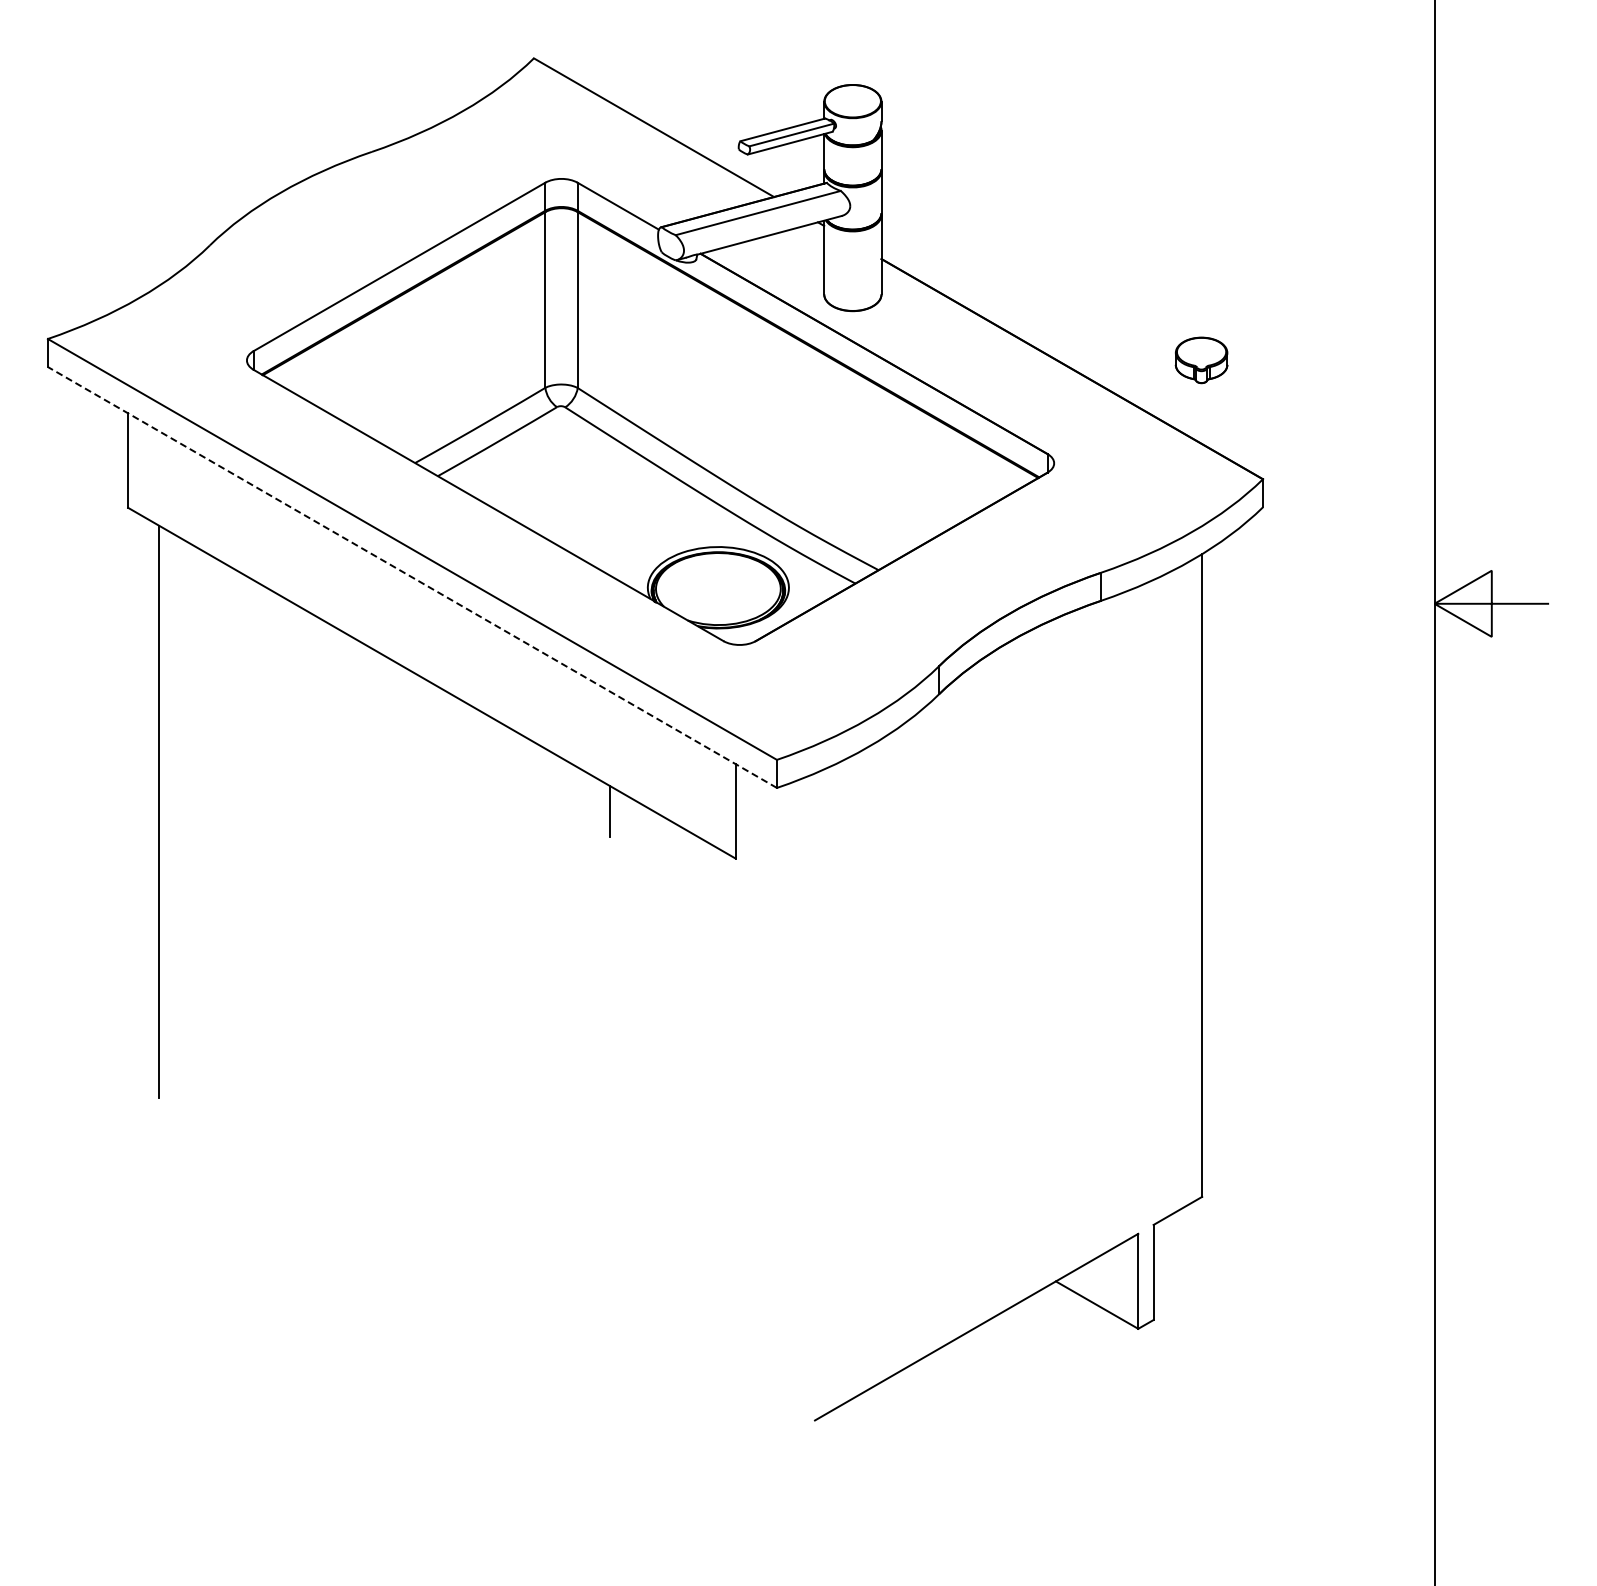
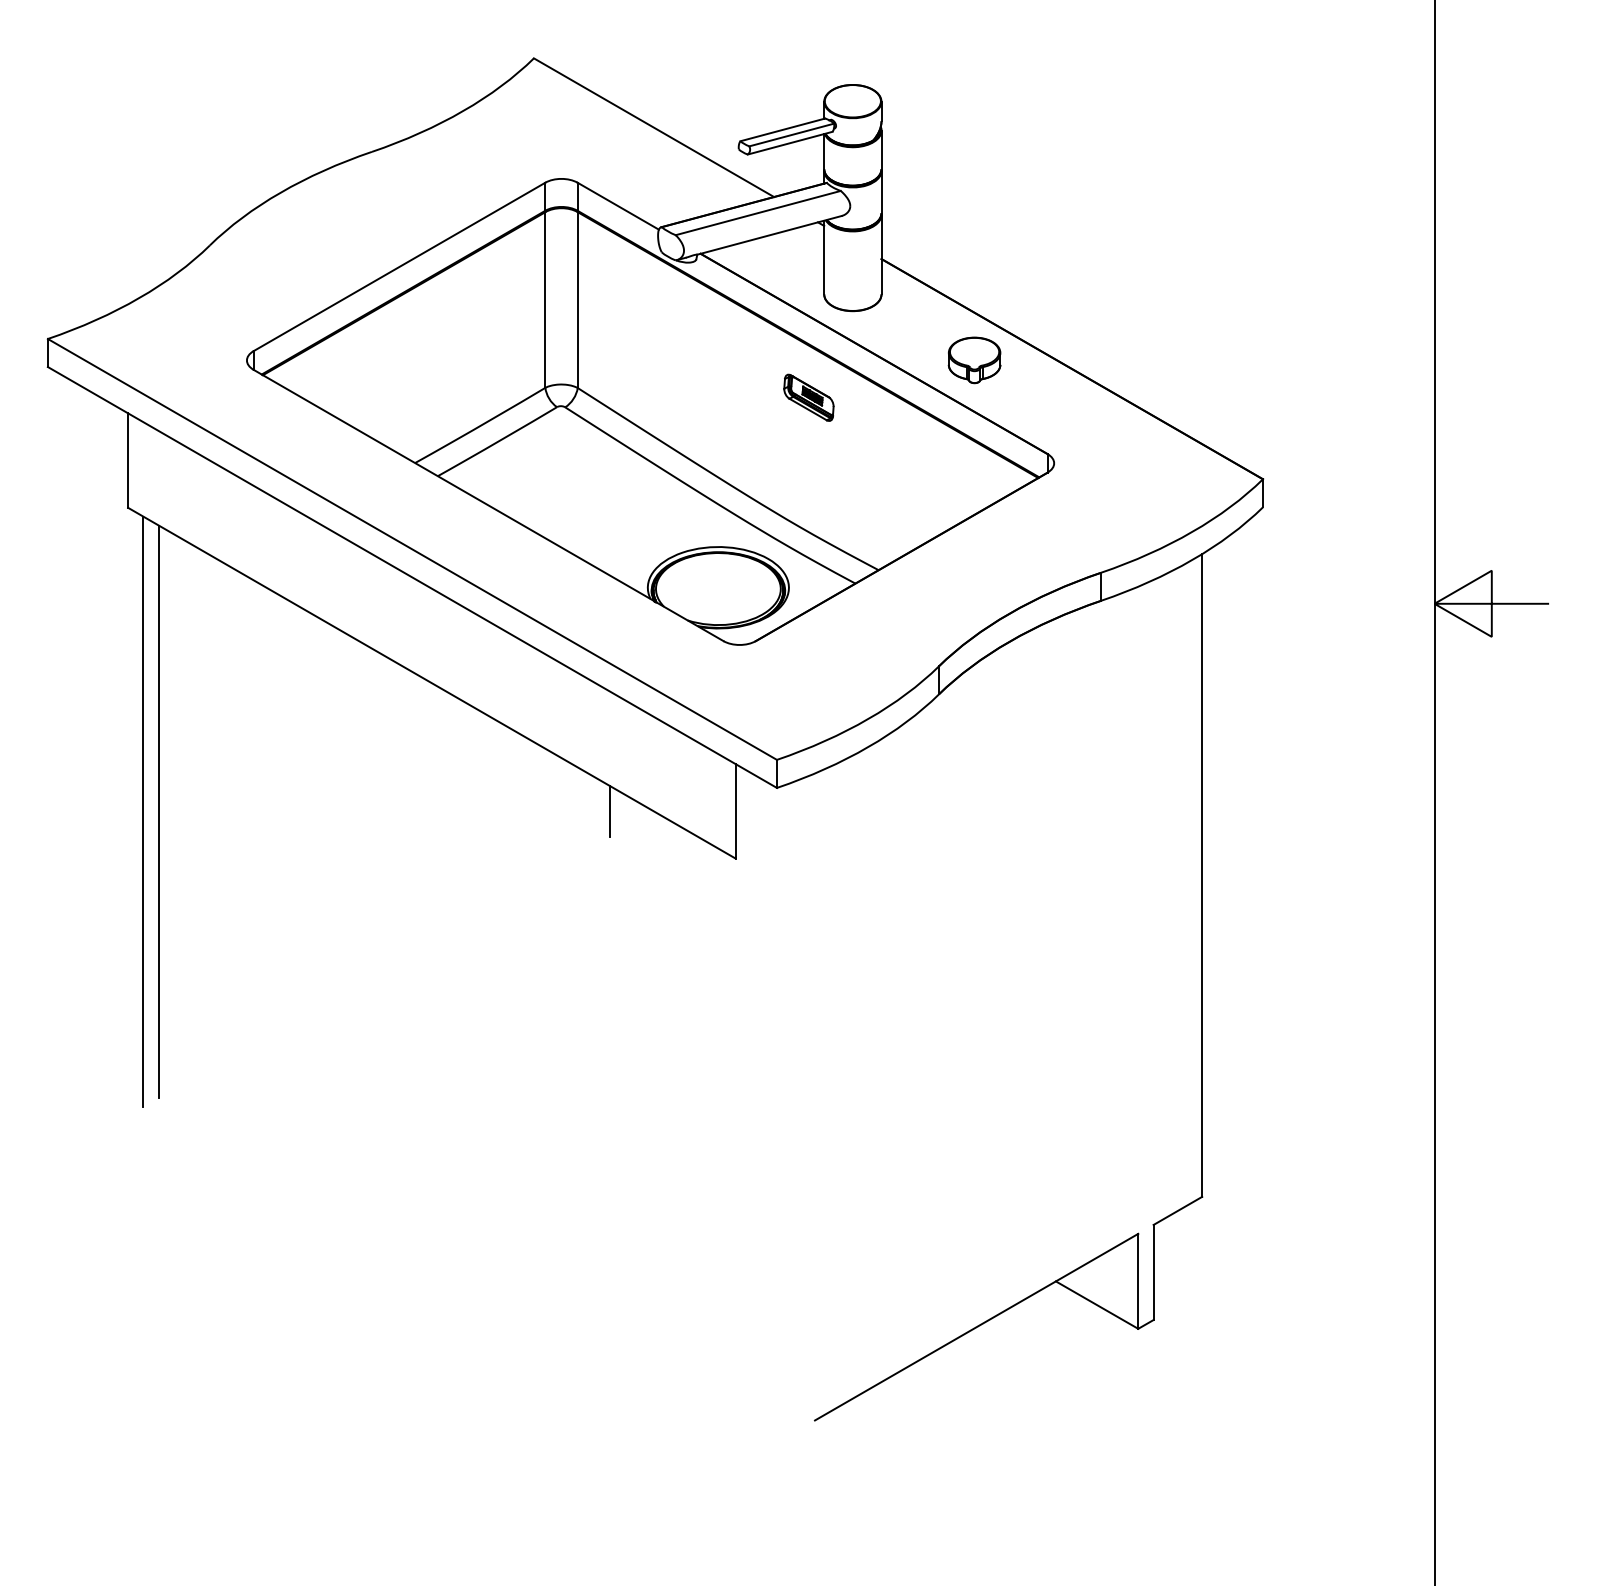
part at (1201, 360) position: (1201, 360) -> (974, 360)
part at (808, 397): none -> present
line at (412, 577): dashed -> solid
line at (143, 811): none -> present
